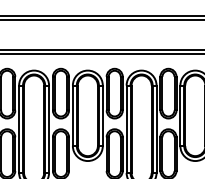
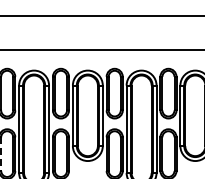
line at (101, 20): present -> none
line at (101, 54): present -> none
line at (1, 154): solid -> dashed
